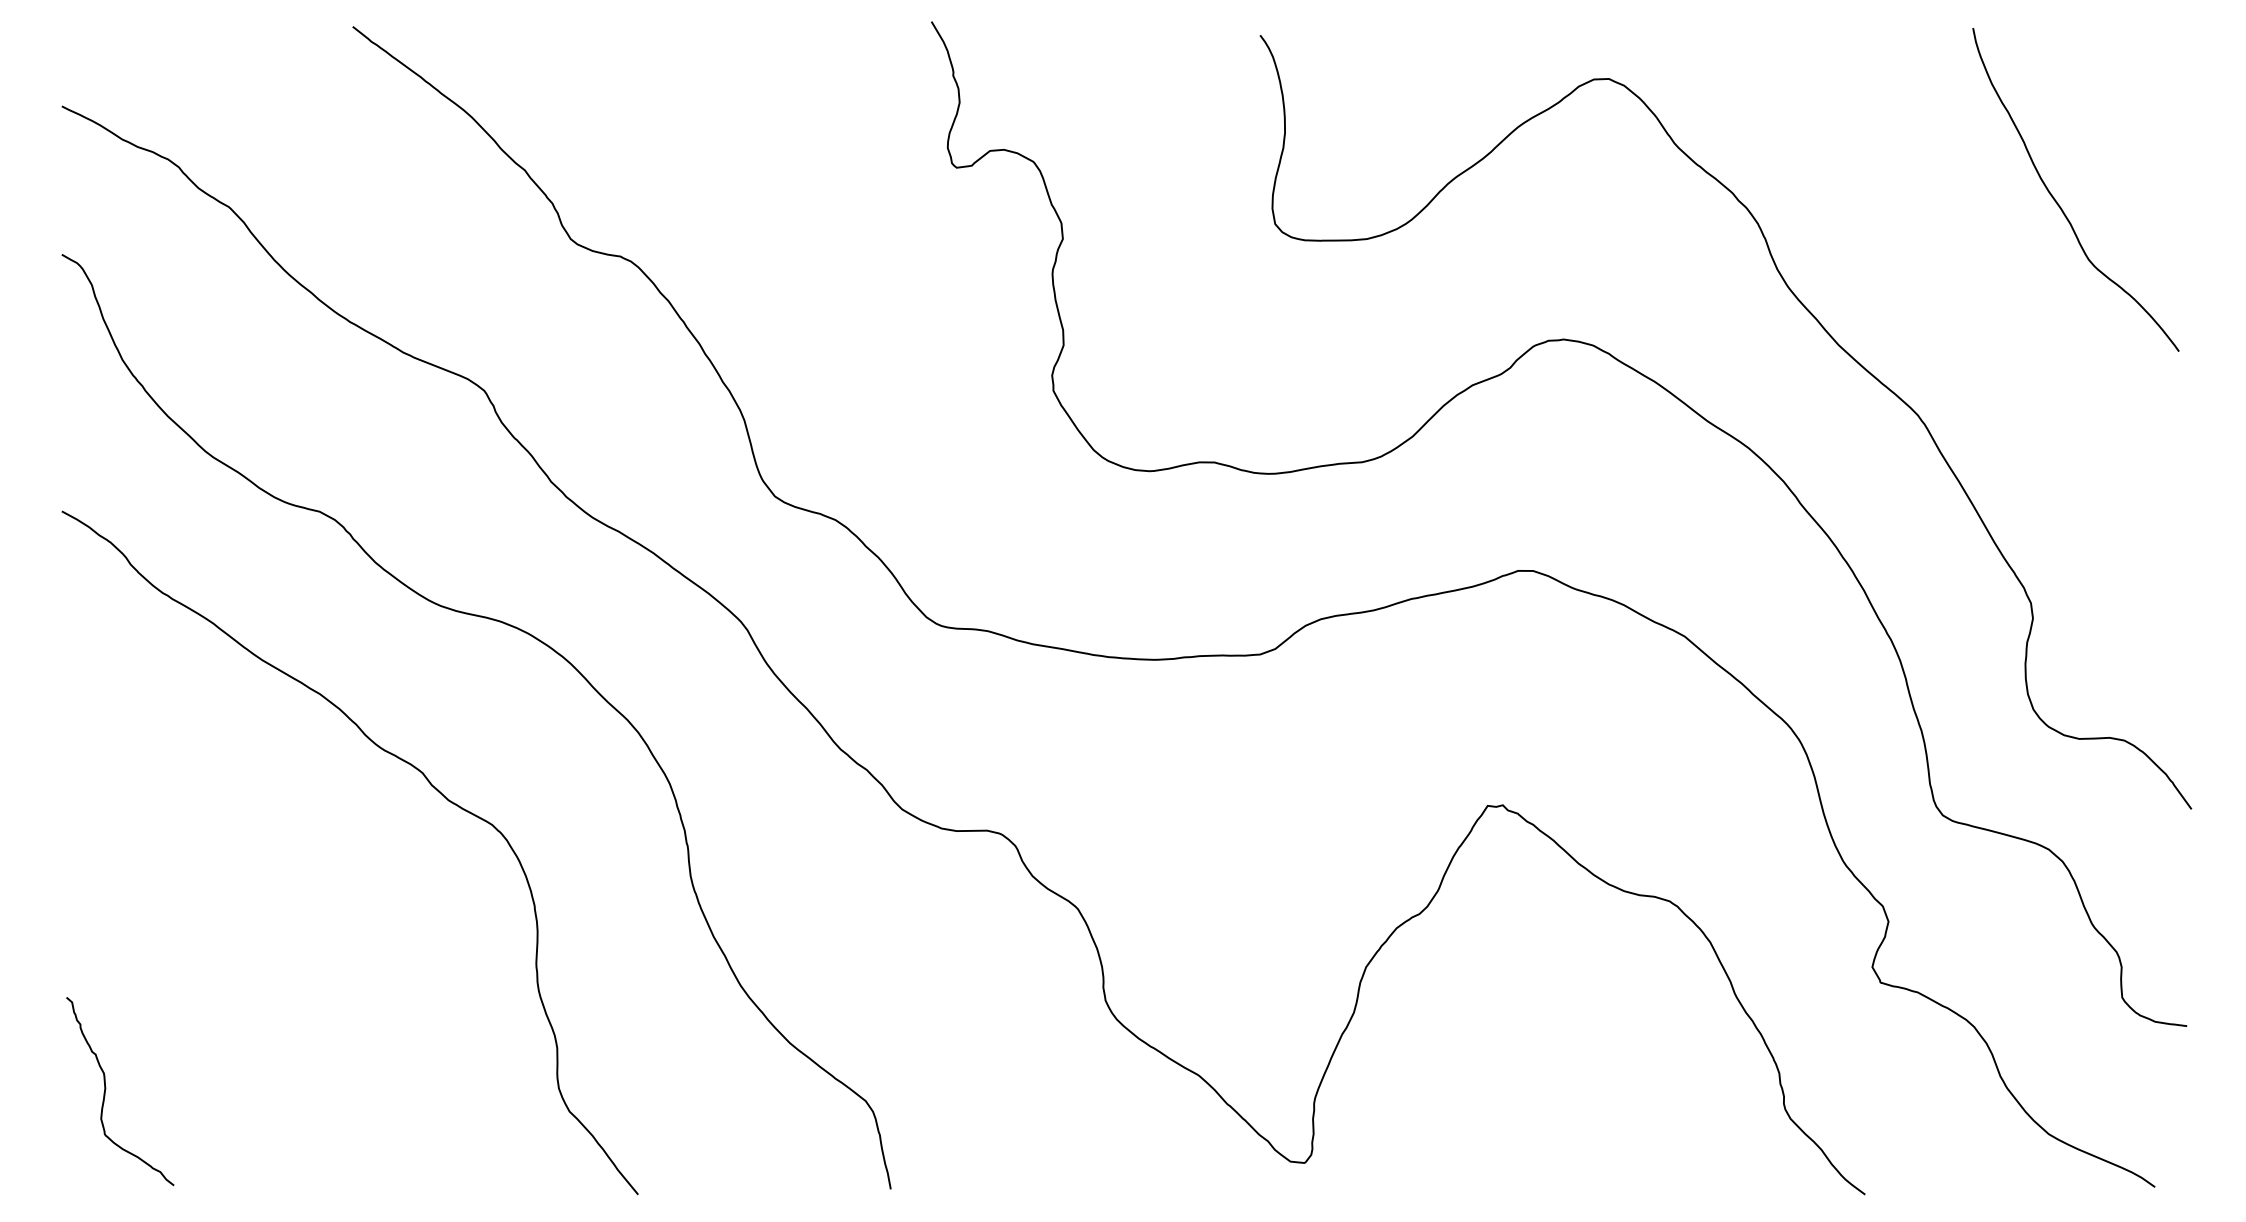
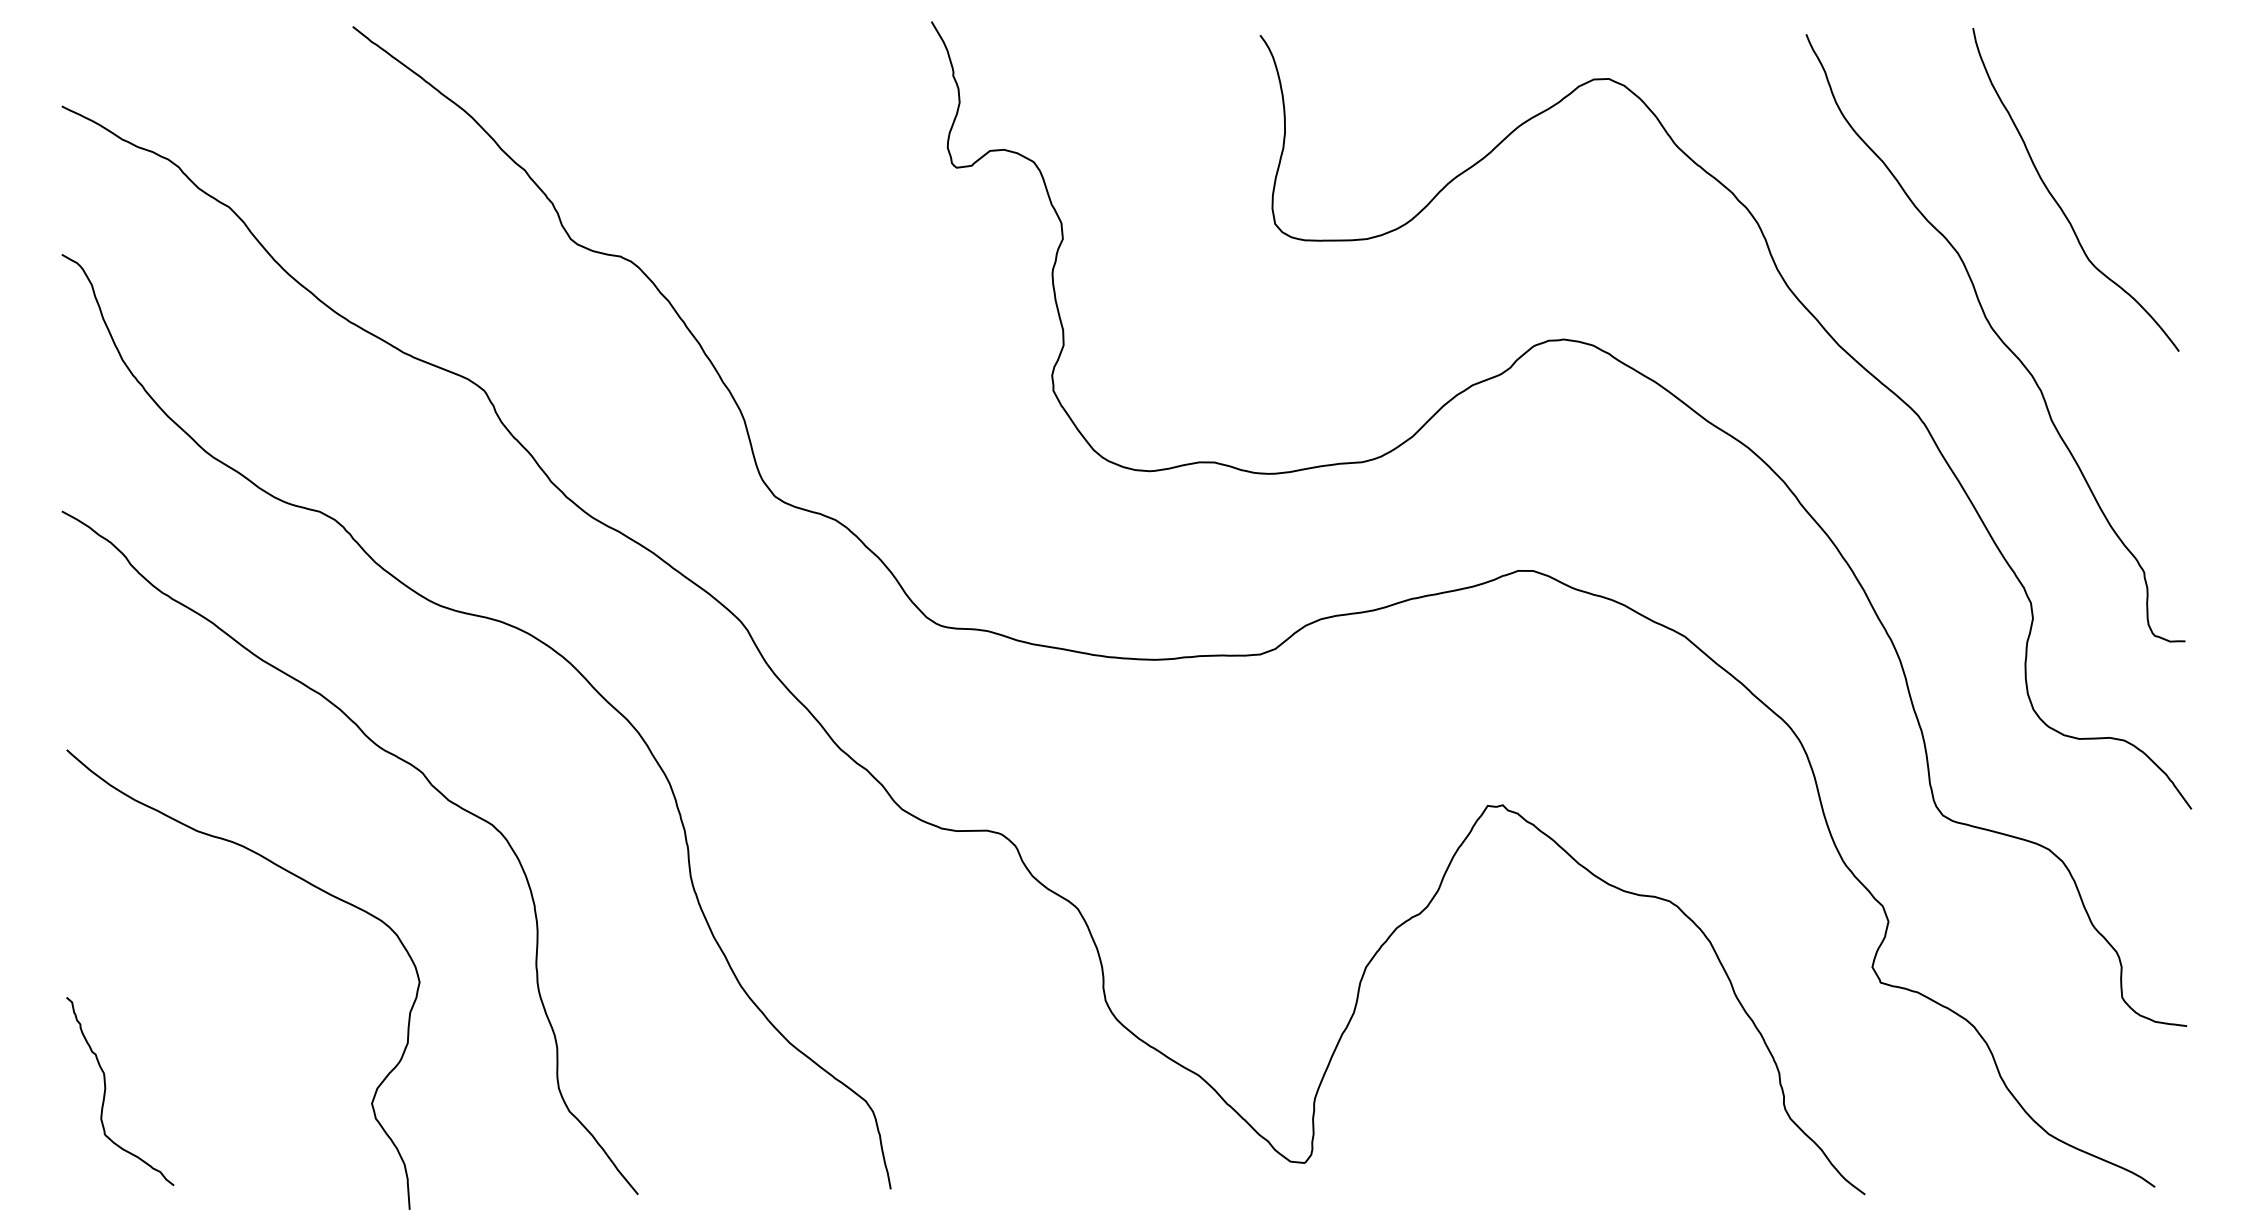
curve at (1997, 336): none -> present
curve at (298, 878): none -> present
